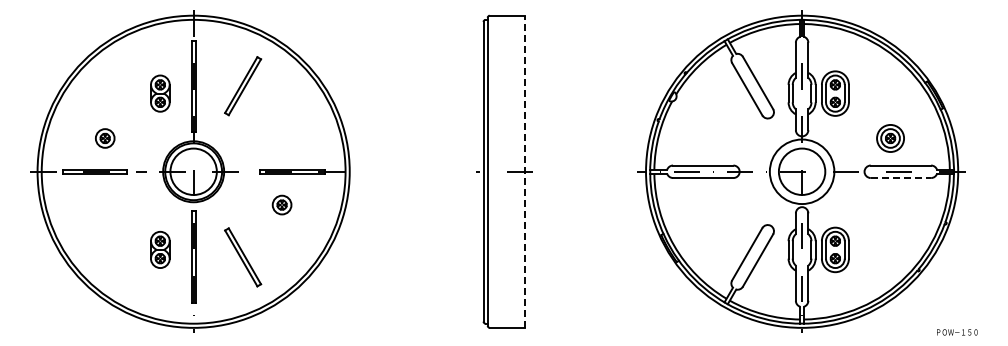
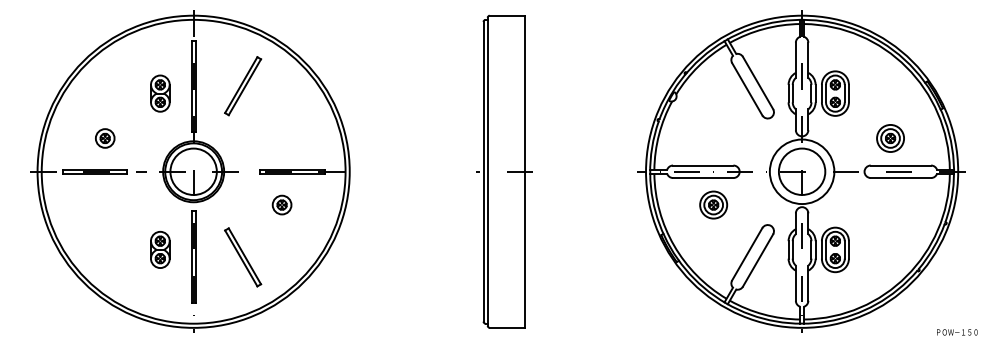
line at (525, 171): dashed -> solid
line at (901, 178): dashed -> solid
part at (713, 204): none -> present
